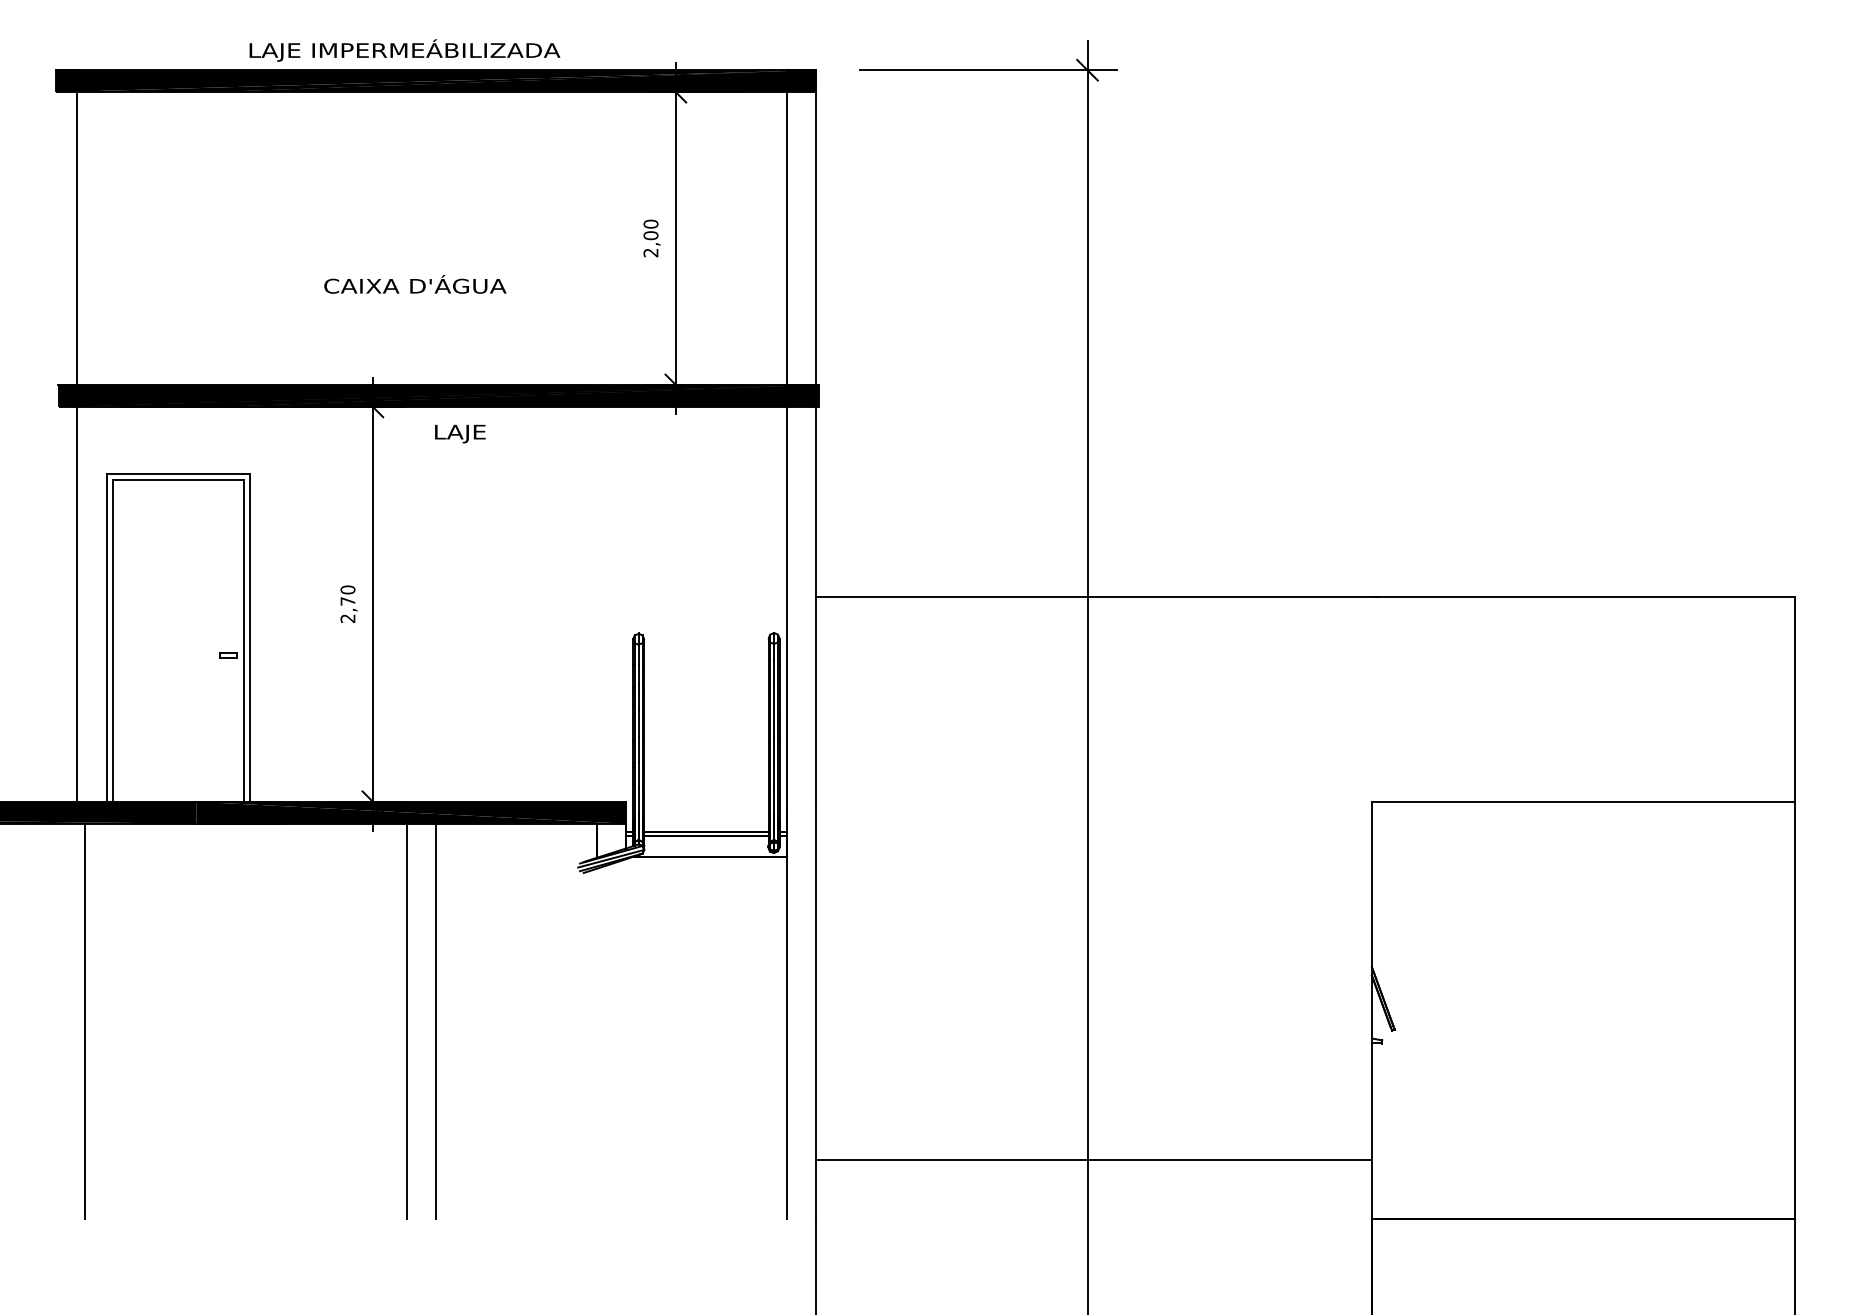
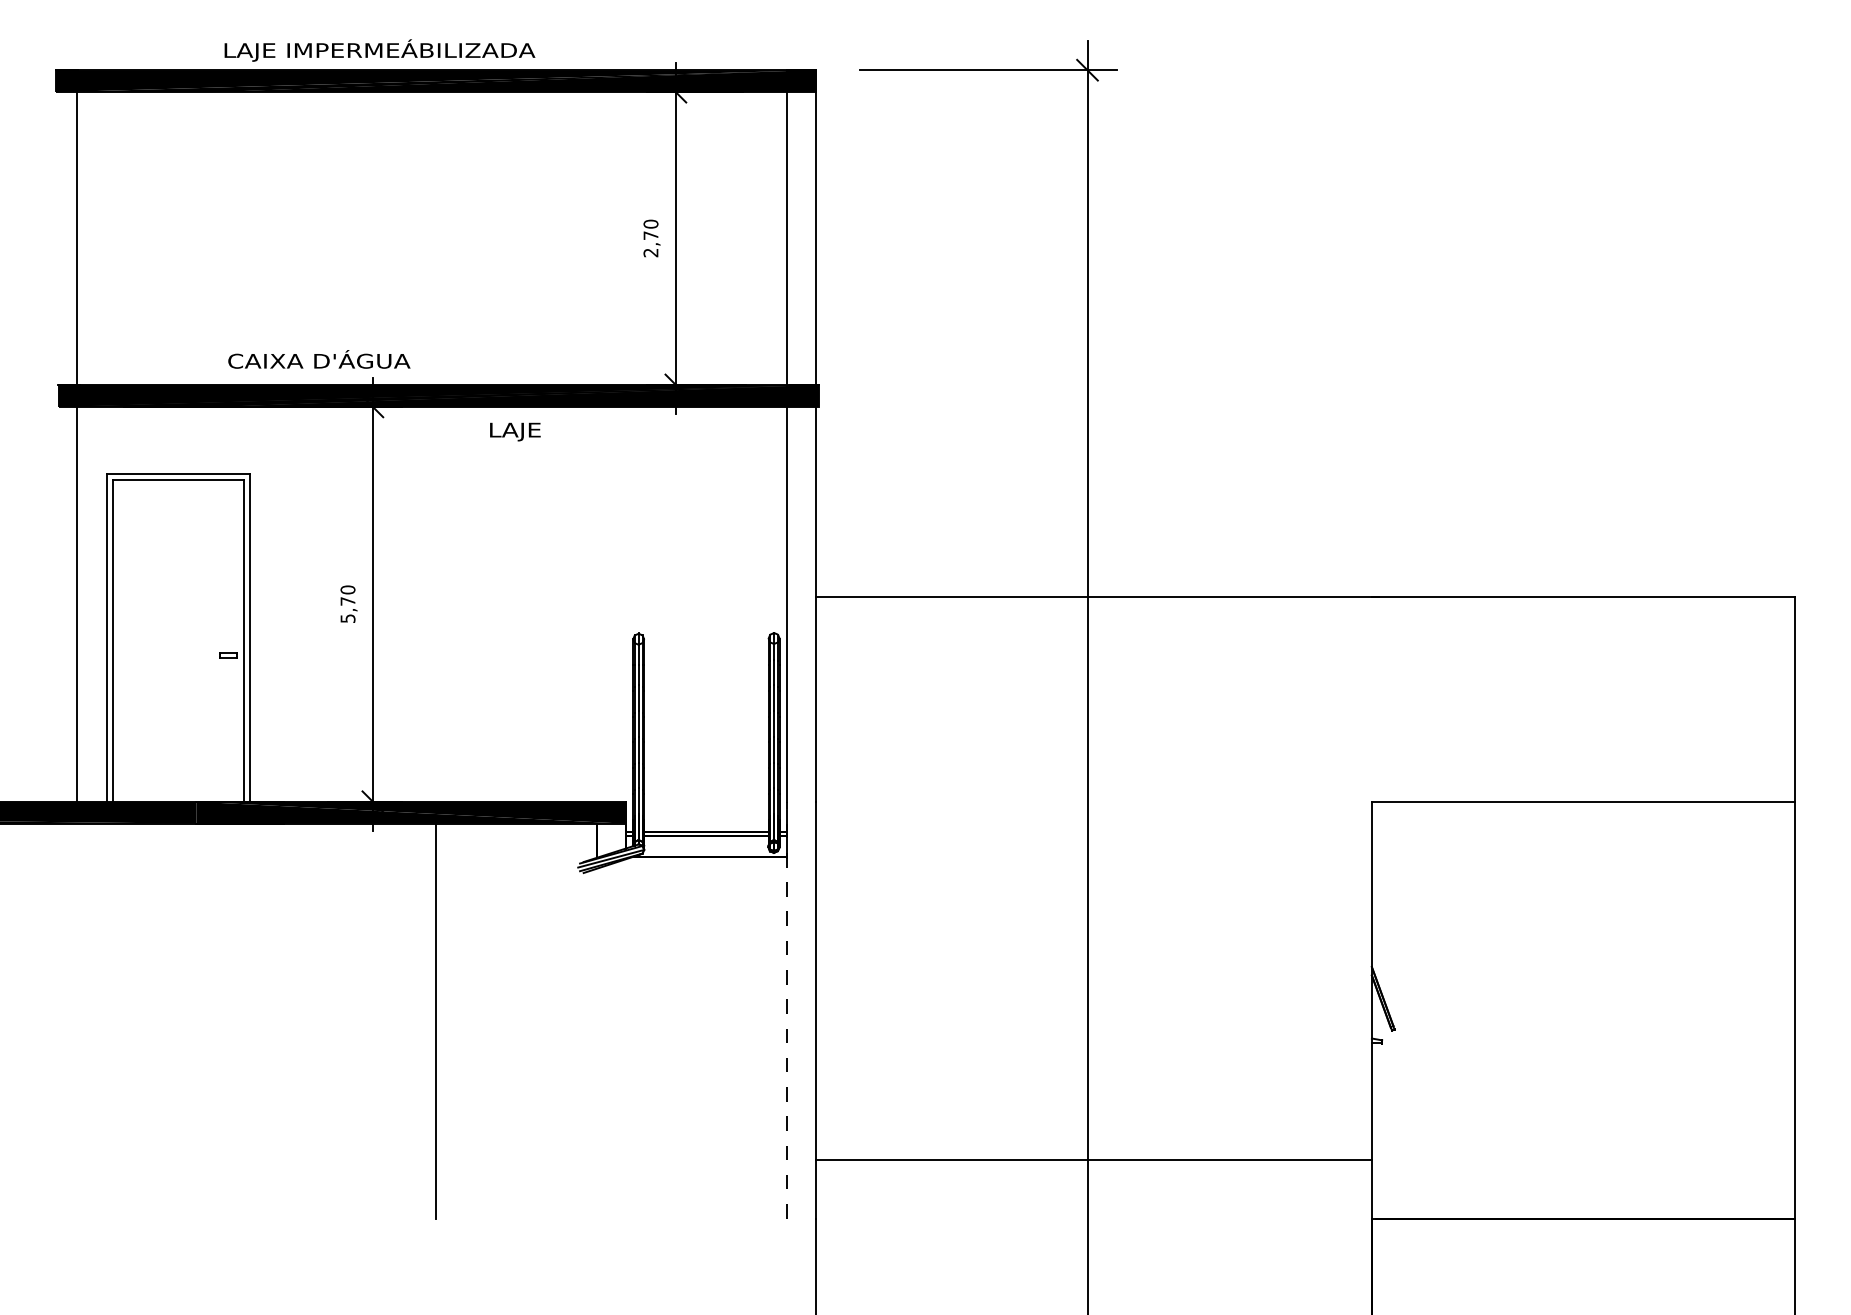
text at (404, 50) position: (404, 50) -> (379, 50)
text at (650, 235): 2,00 -> 2,70
text at (415, 284) position: (415, 284) -> (319, 359)
text at (460, 433) position: (460, 433) -> (515, 431)
text at (347, 618): 2,70 -> 5,70
line at (786, 1009): solid -> dashed
line at (84, 1020): present -> none
line at (406, 1020): present -> none
